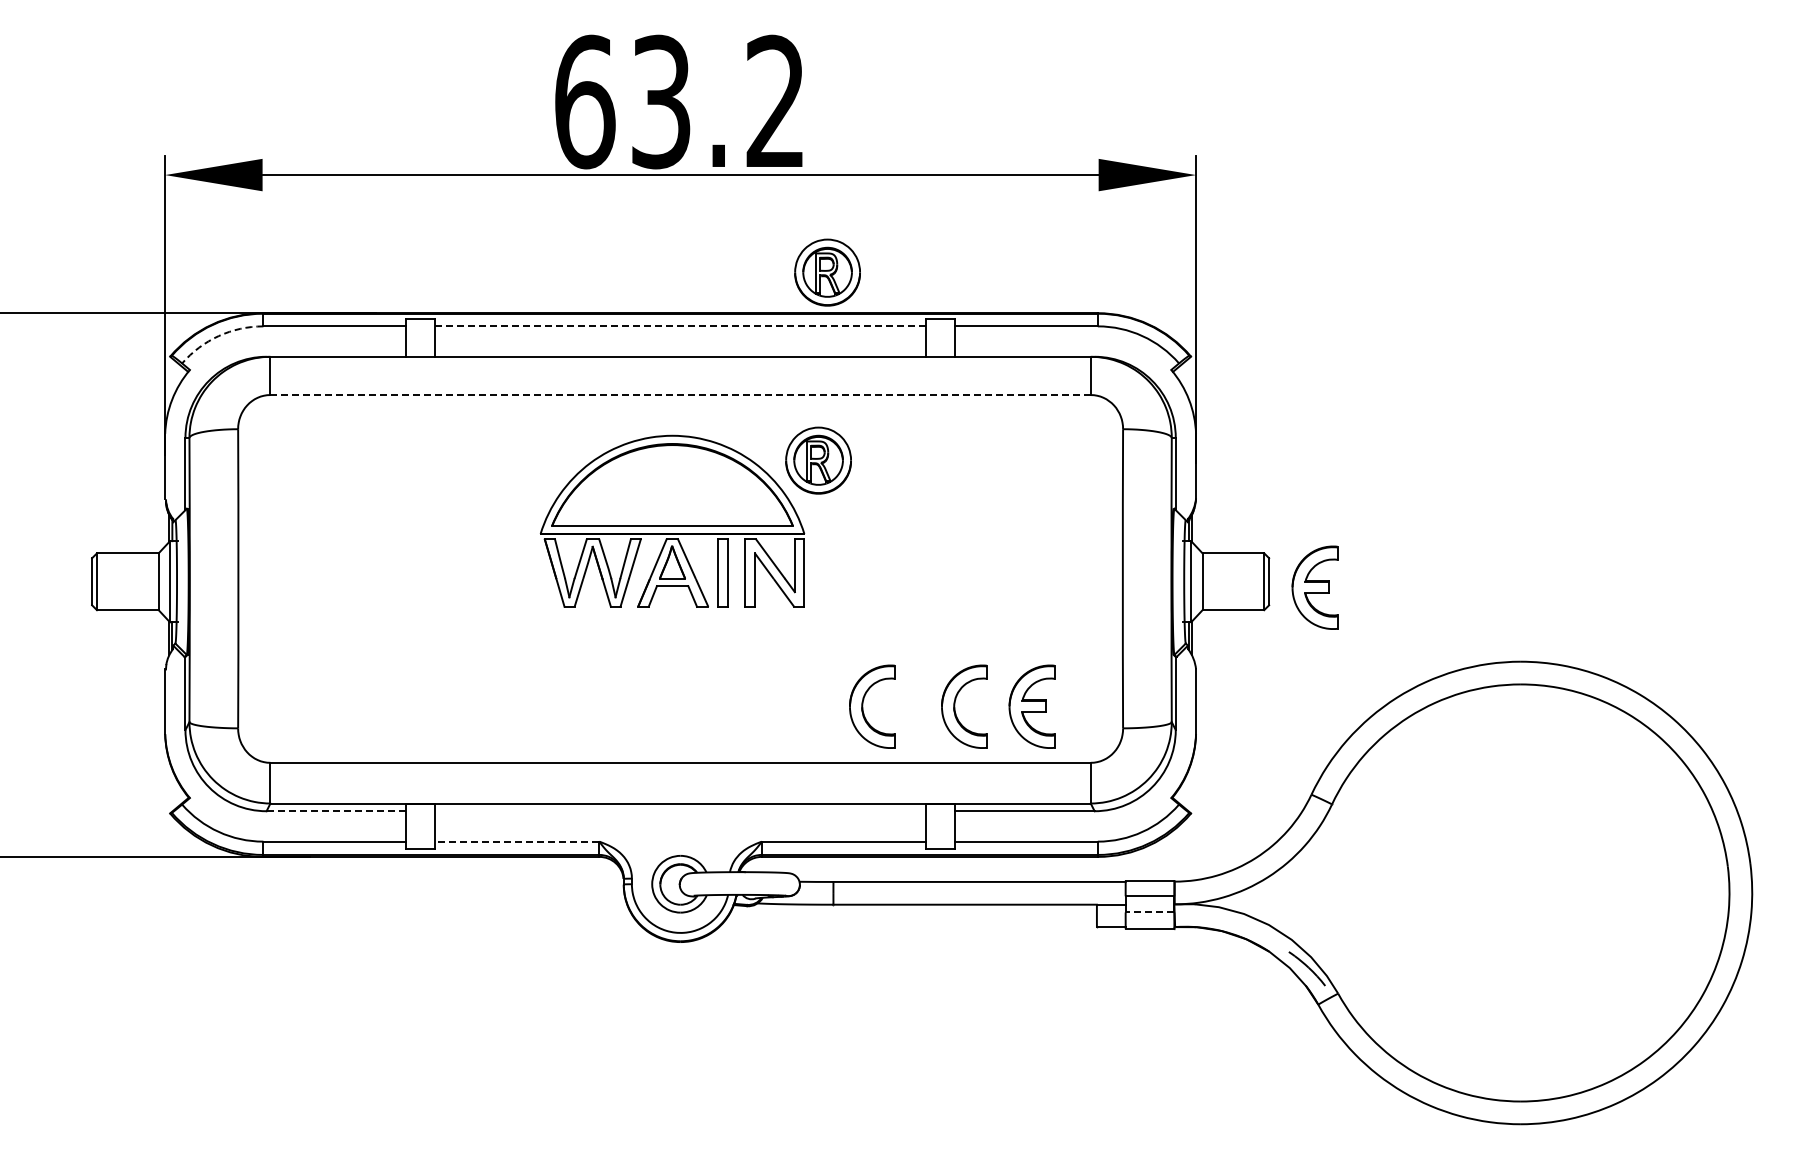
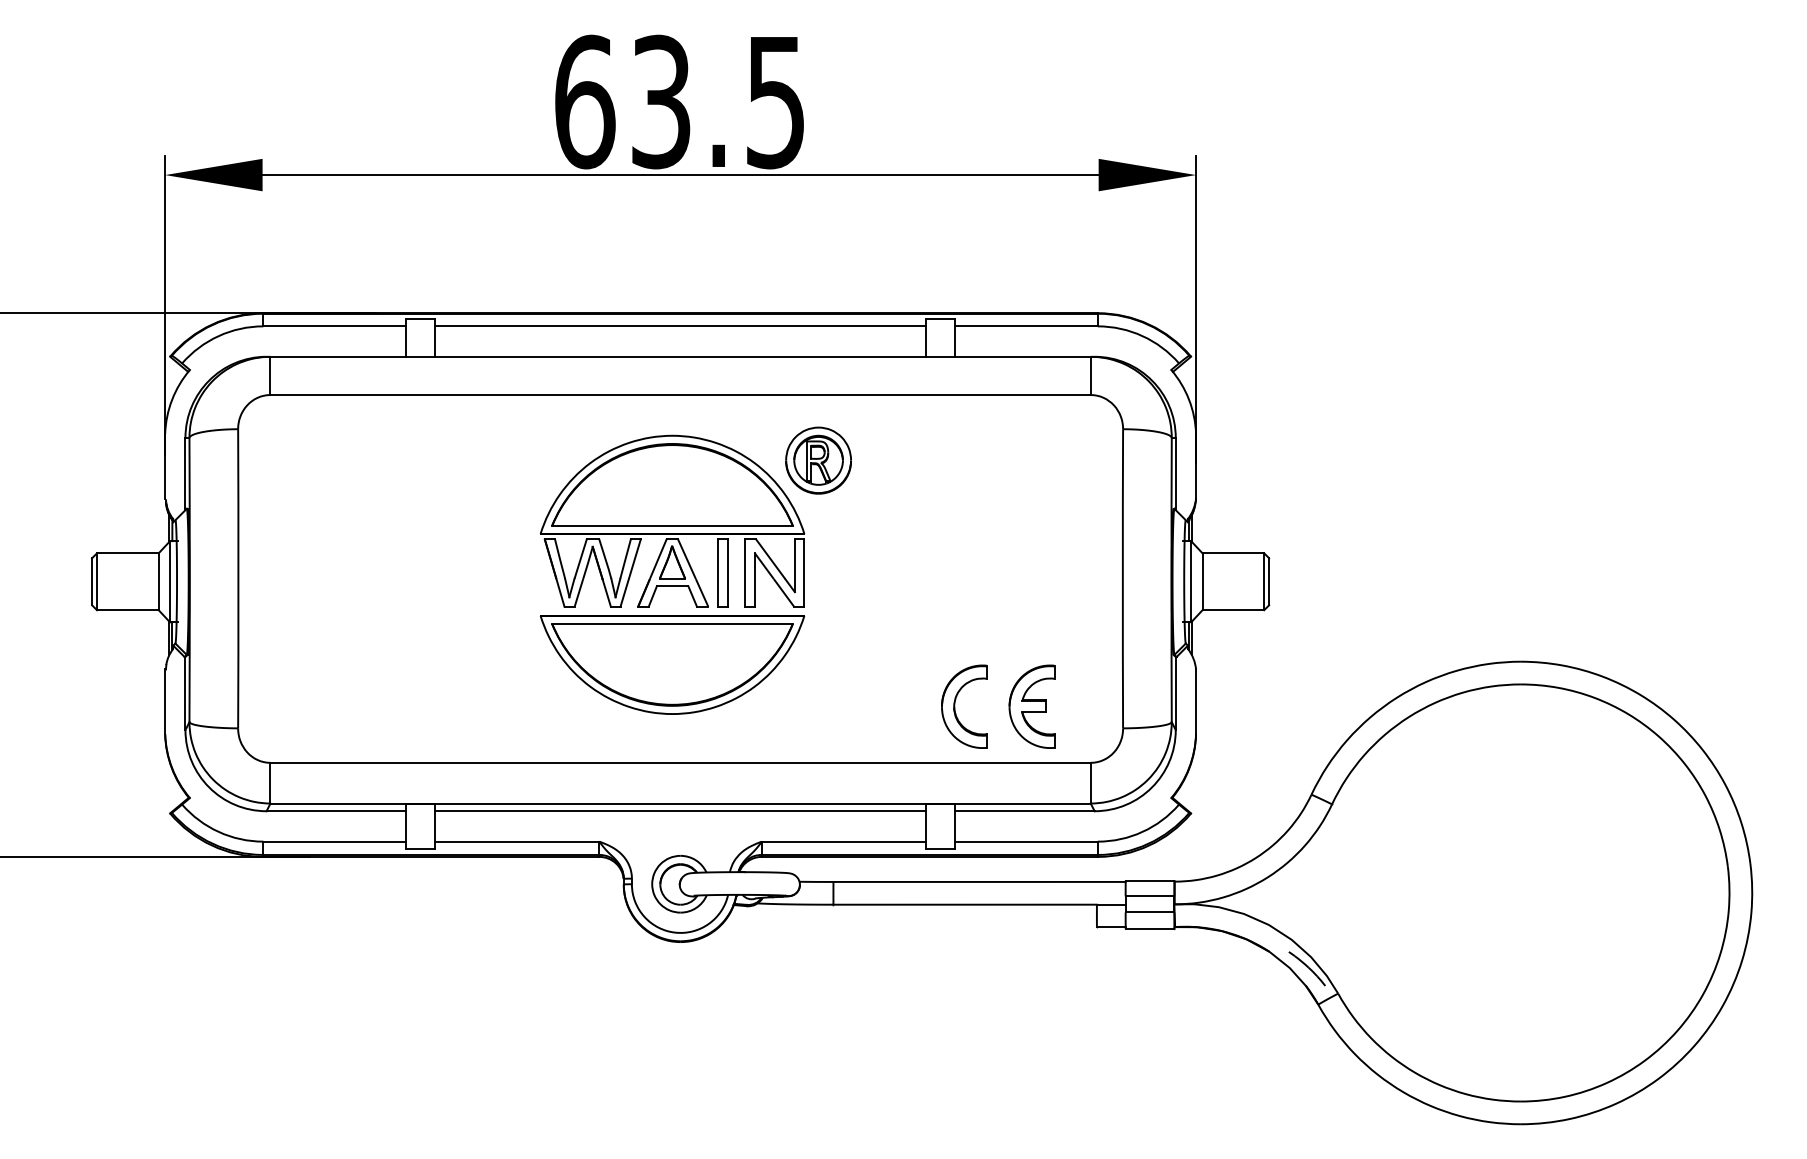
text at (774, 101): 63.2 -> 63.5
part at (827, 272): present -> none
line at (681, 326): dashed -> solid
arc at (218, 336): dashed -> solid
line at (681, 395): dashed -> solid
part at (1314, 587): present -> none
part at (672, 664): none -> present
part at (863, 706): present -> none
line at (336, 811): dashed -> solid
line at (680, 811): none -> present
line at (517, 841): dashed -> solid
line at (1149, 912): dashed -> solid
